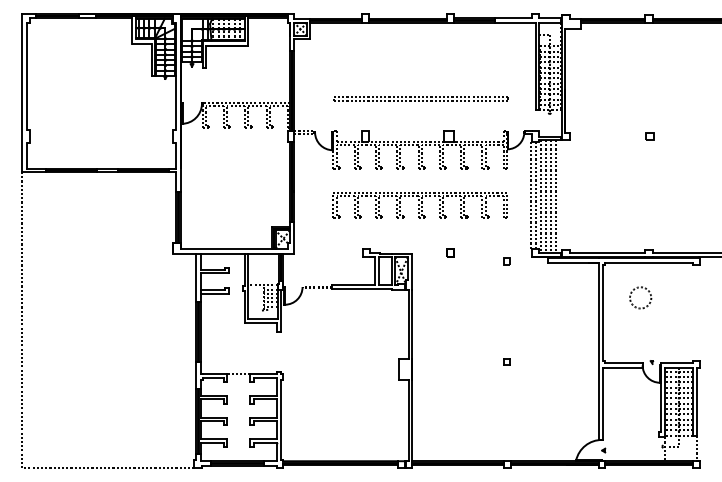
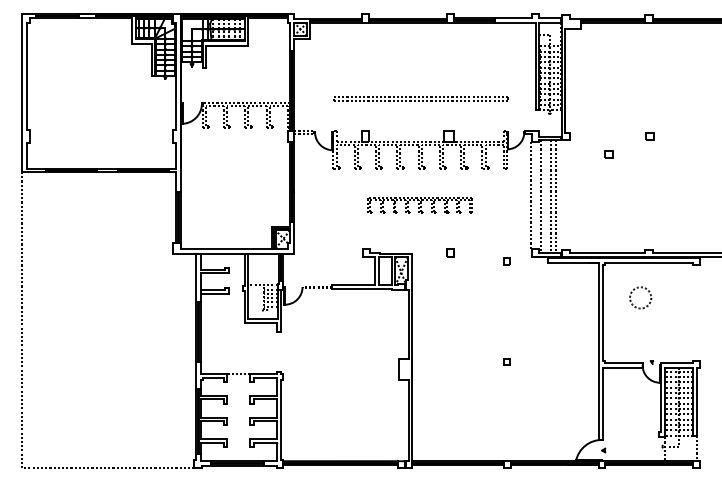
part at (608, 154): none -> present
line at (535, 194): present -> none
line at (545, 196): present -> none
part at (419, 205) size: 176x27 px -> 106x17 px
